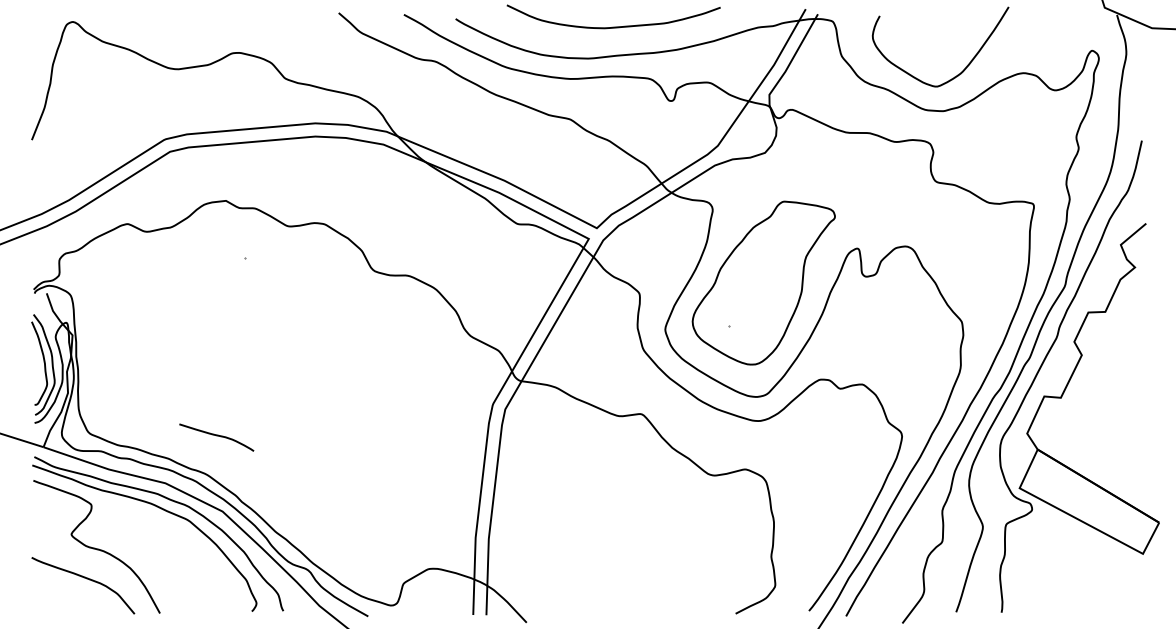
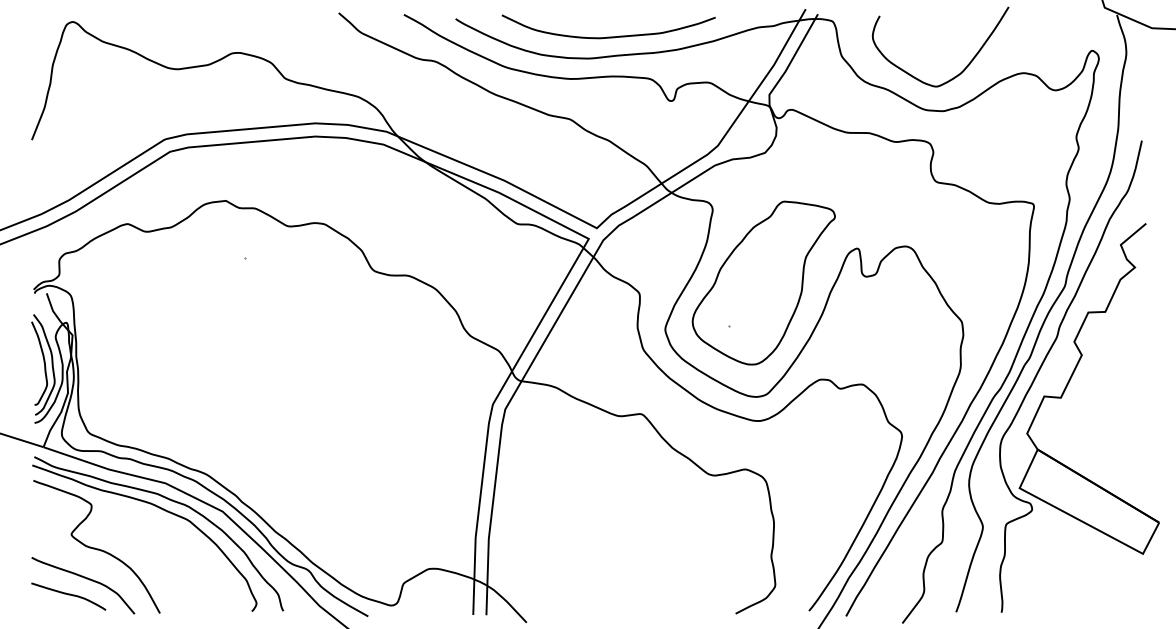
curve at (613, 26) position: (613, 26) -> (608, 36)
curve at (216, 436) position: (216, 436) -> (68, 595)
